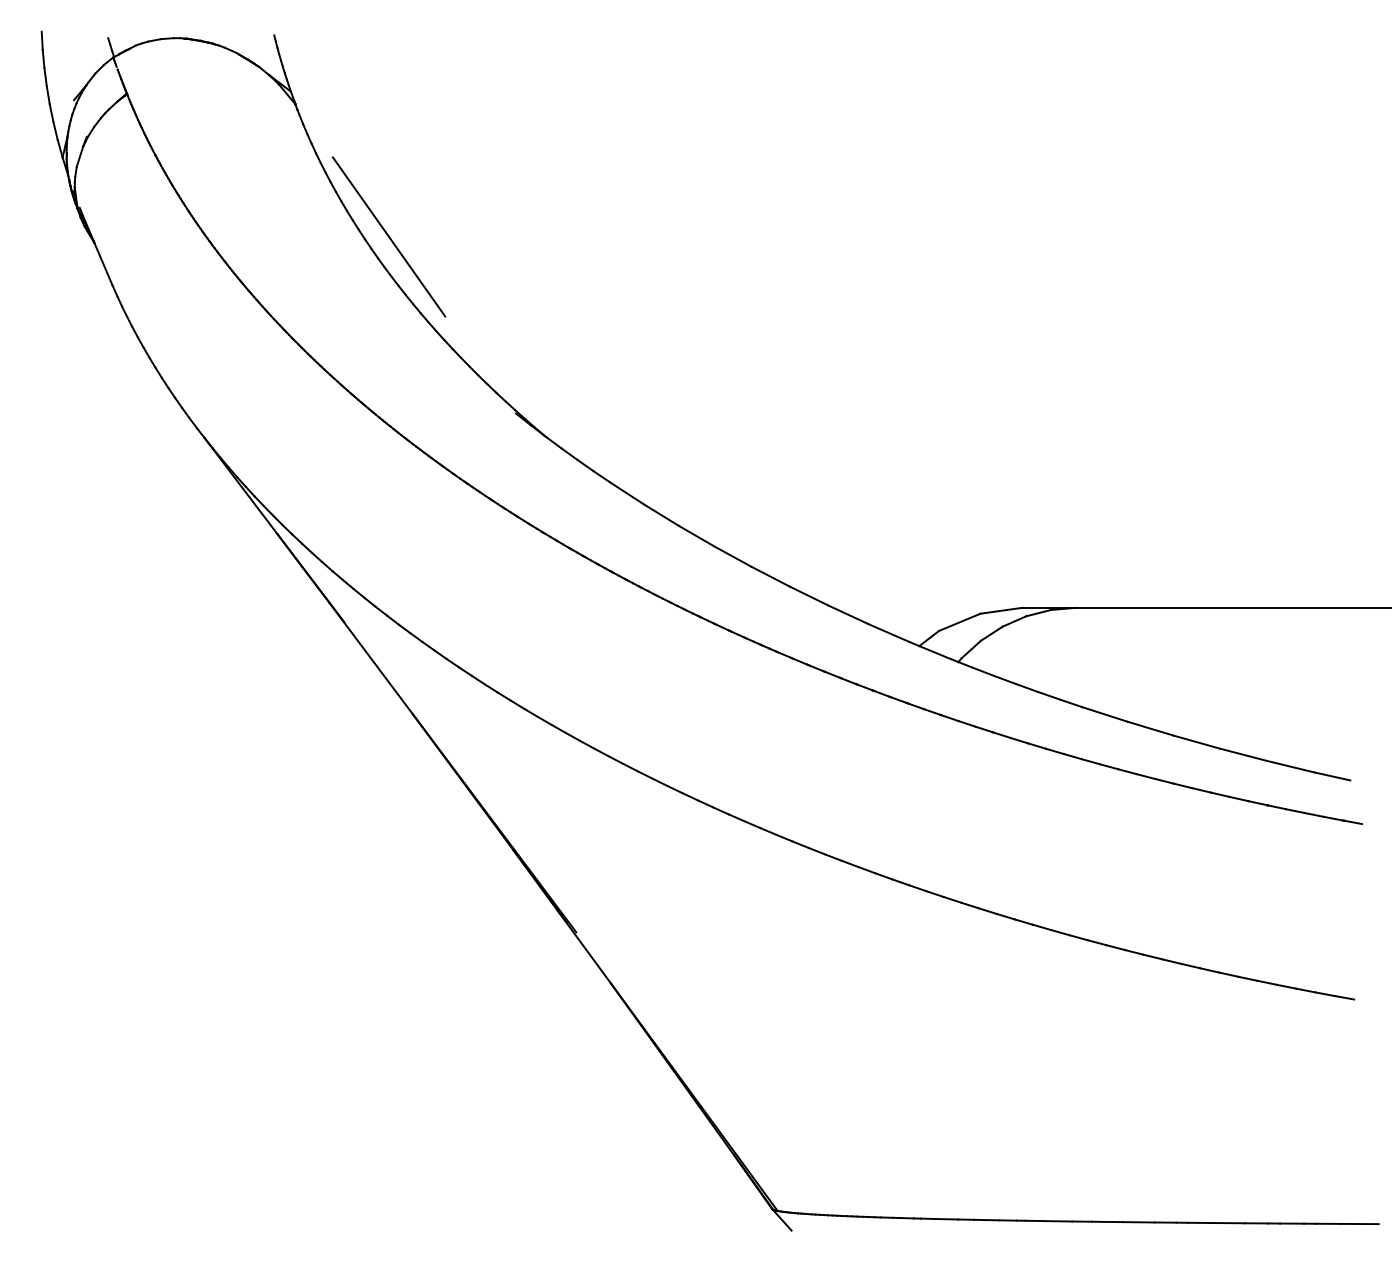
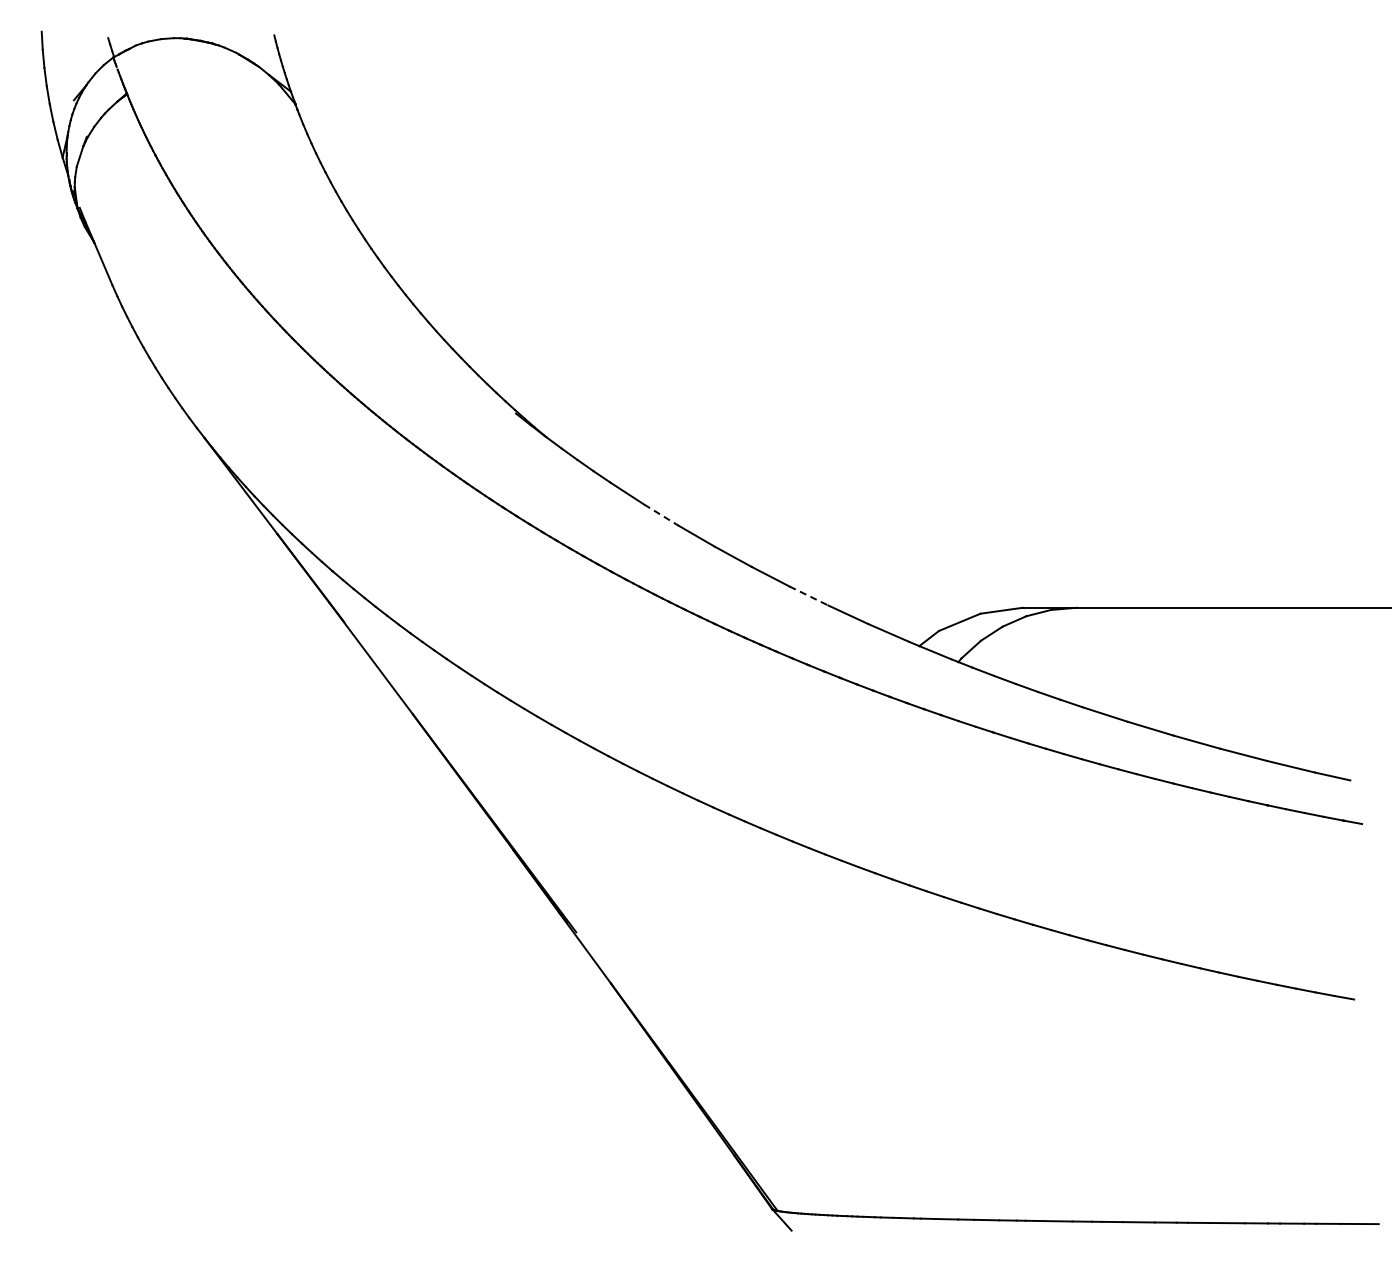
line at (388, 236): present -> none
line at (661, 515): solid -> dashed
line at (808, 596): solid -> dashed
